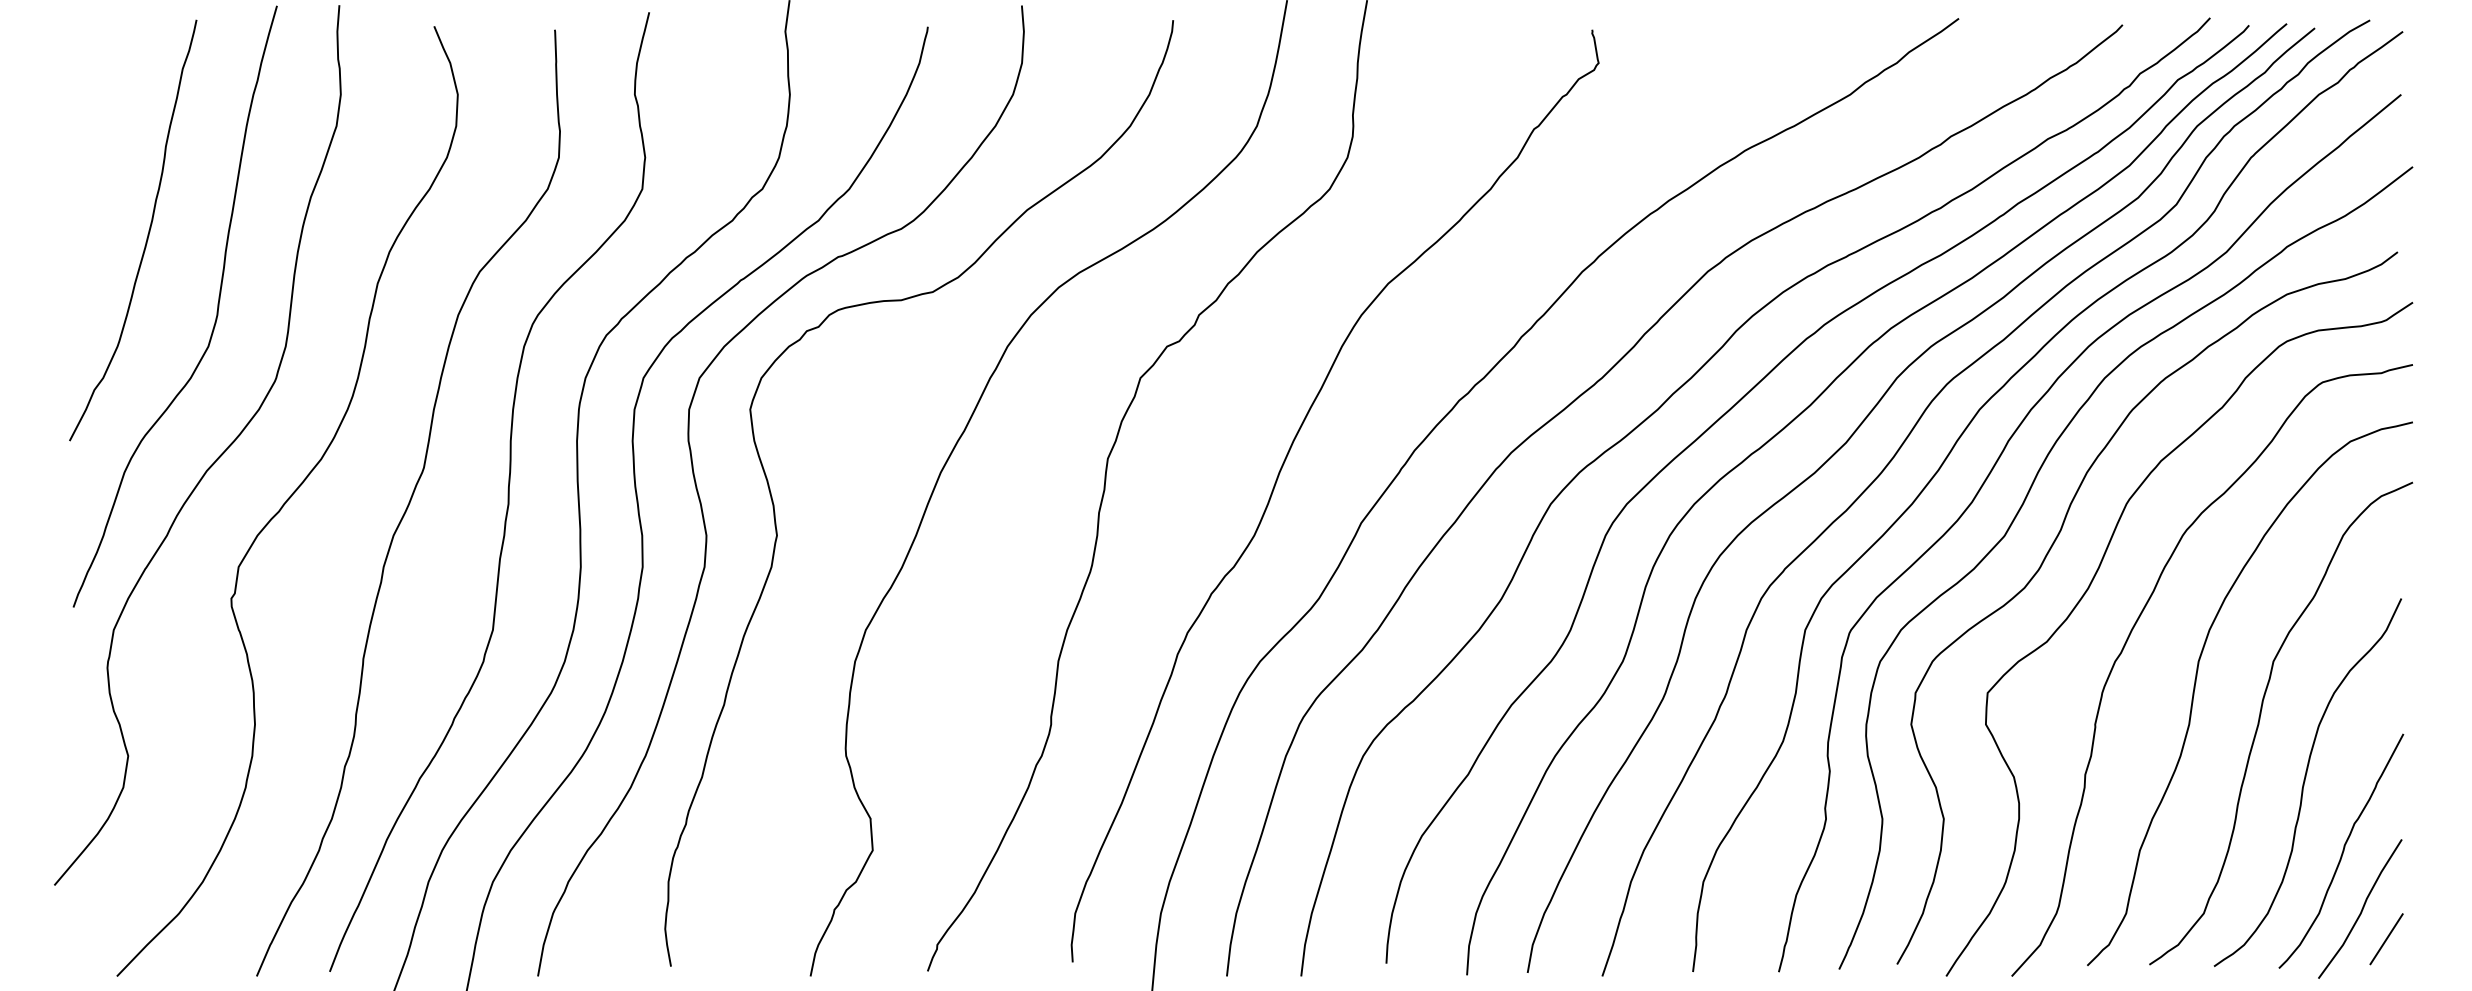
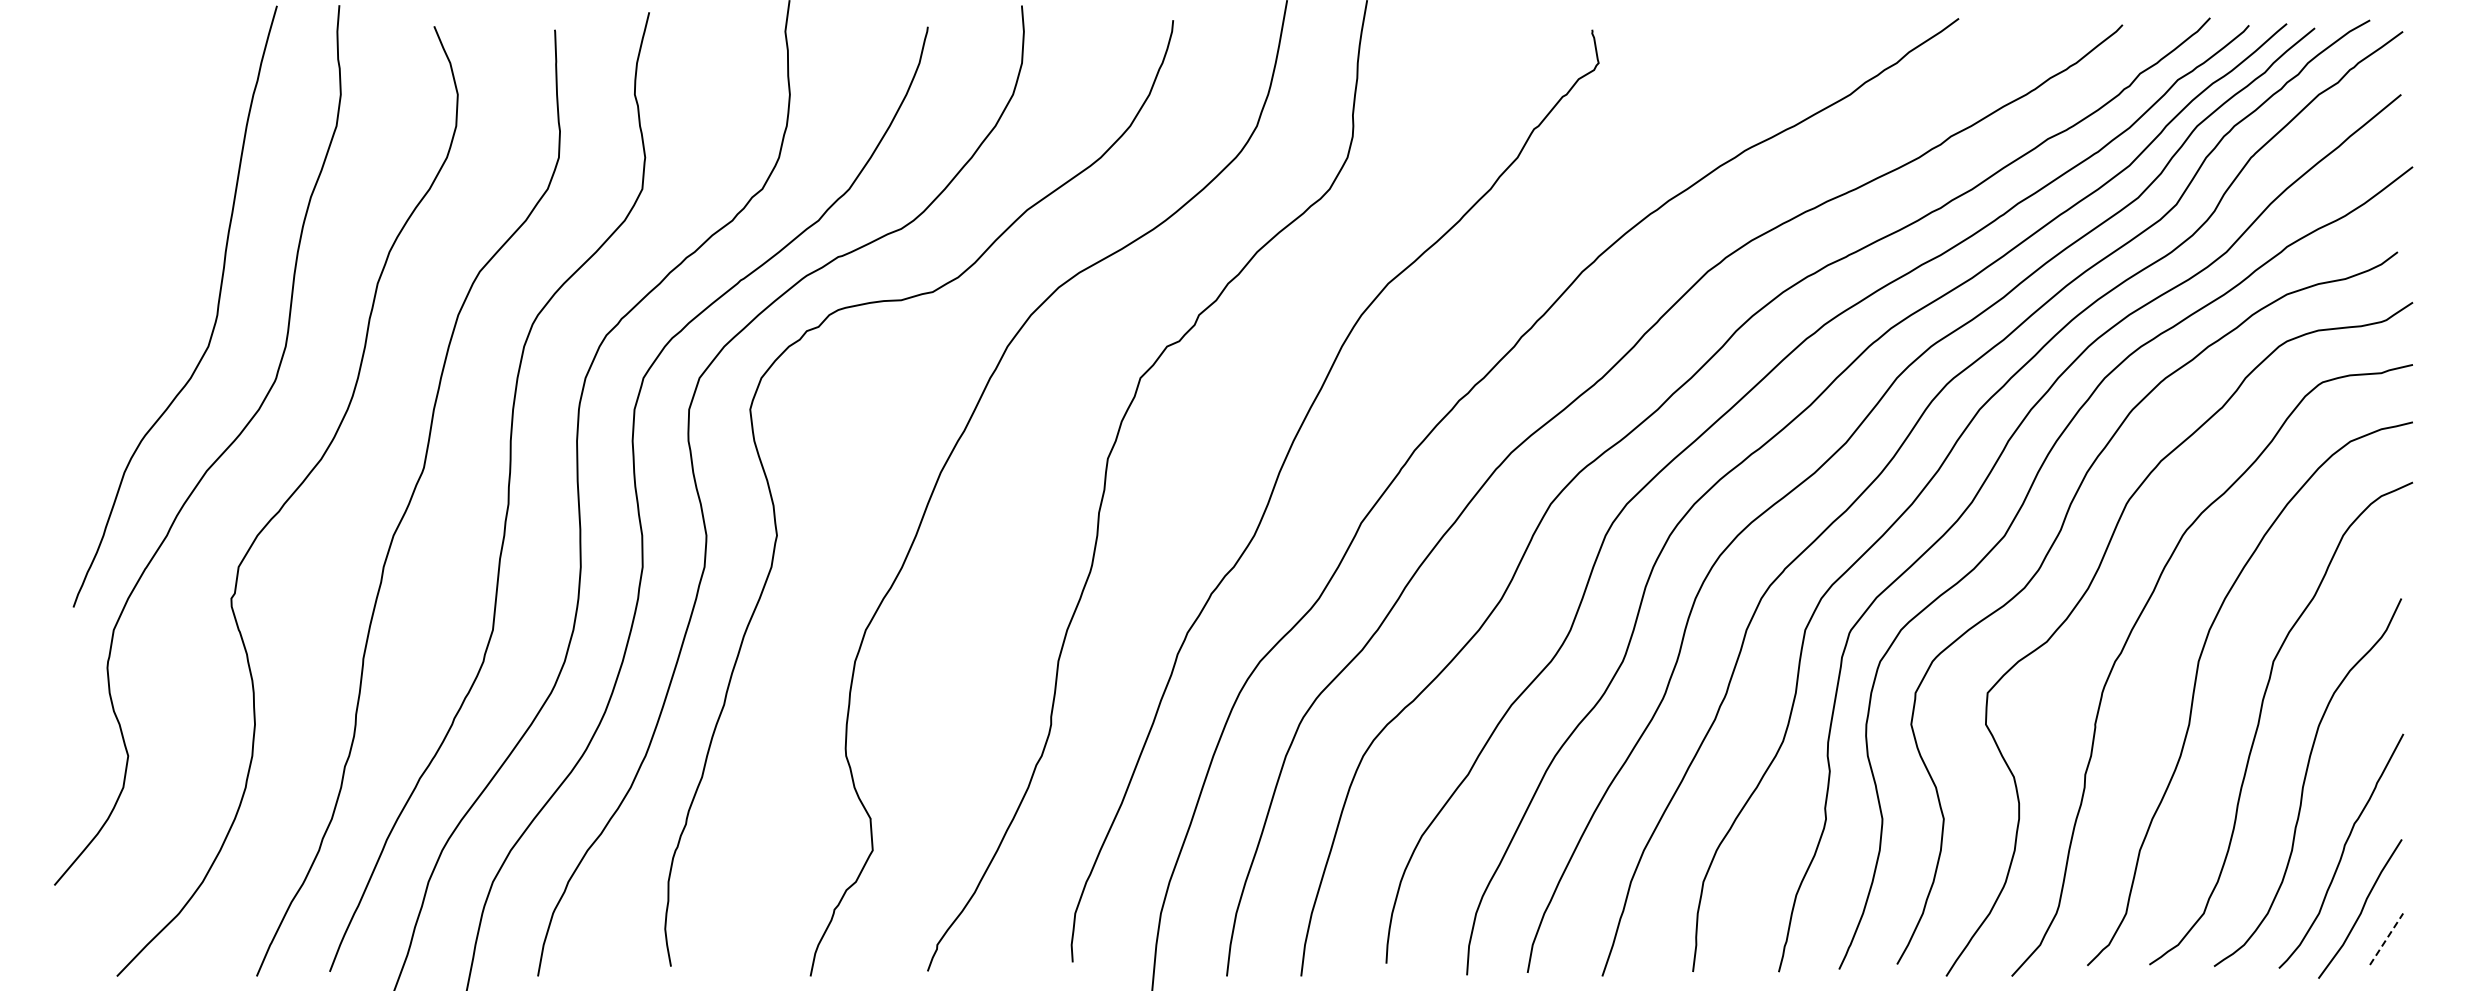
curve at (147, 234): present -> none
line at (2386, 939): solid -> dashed
